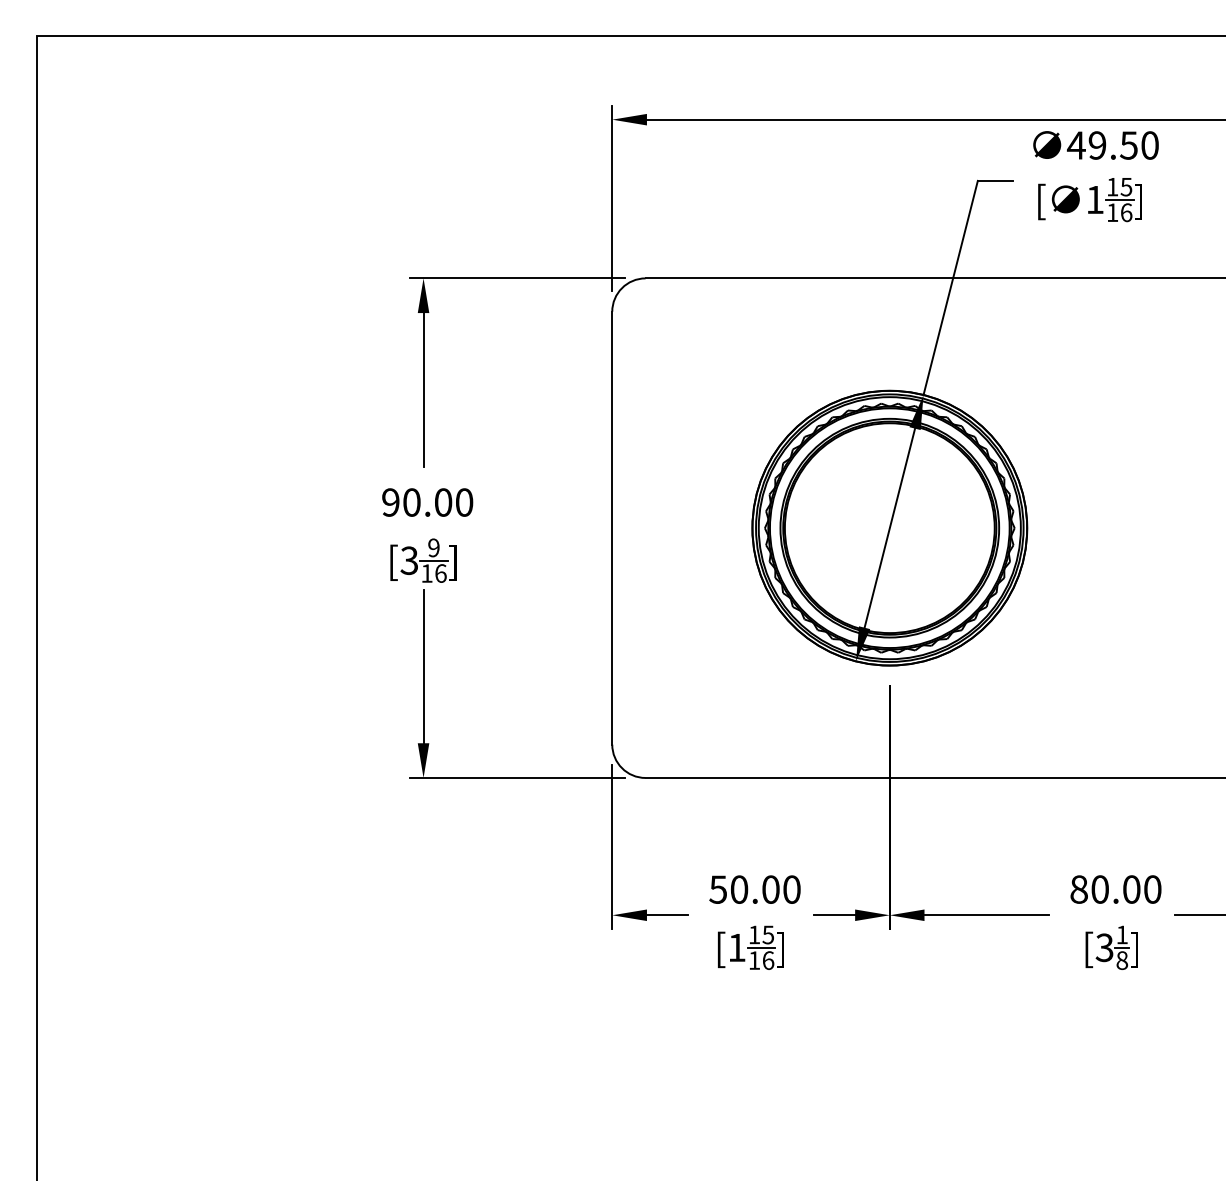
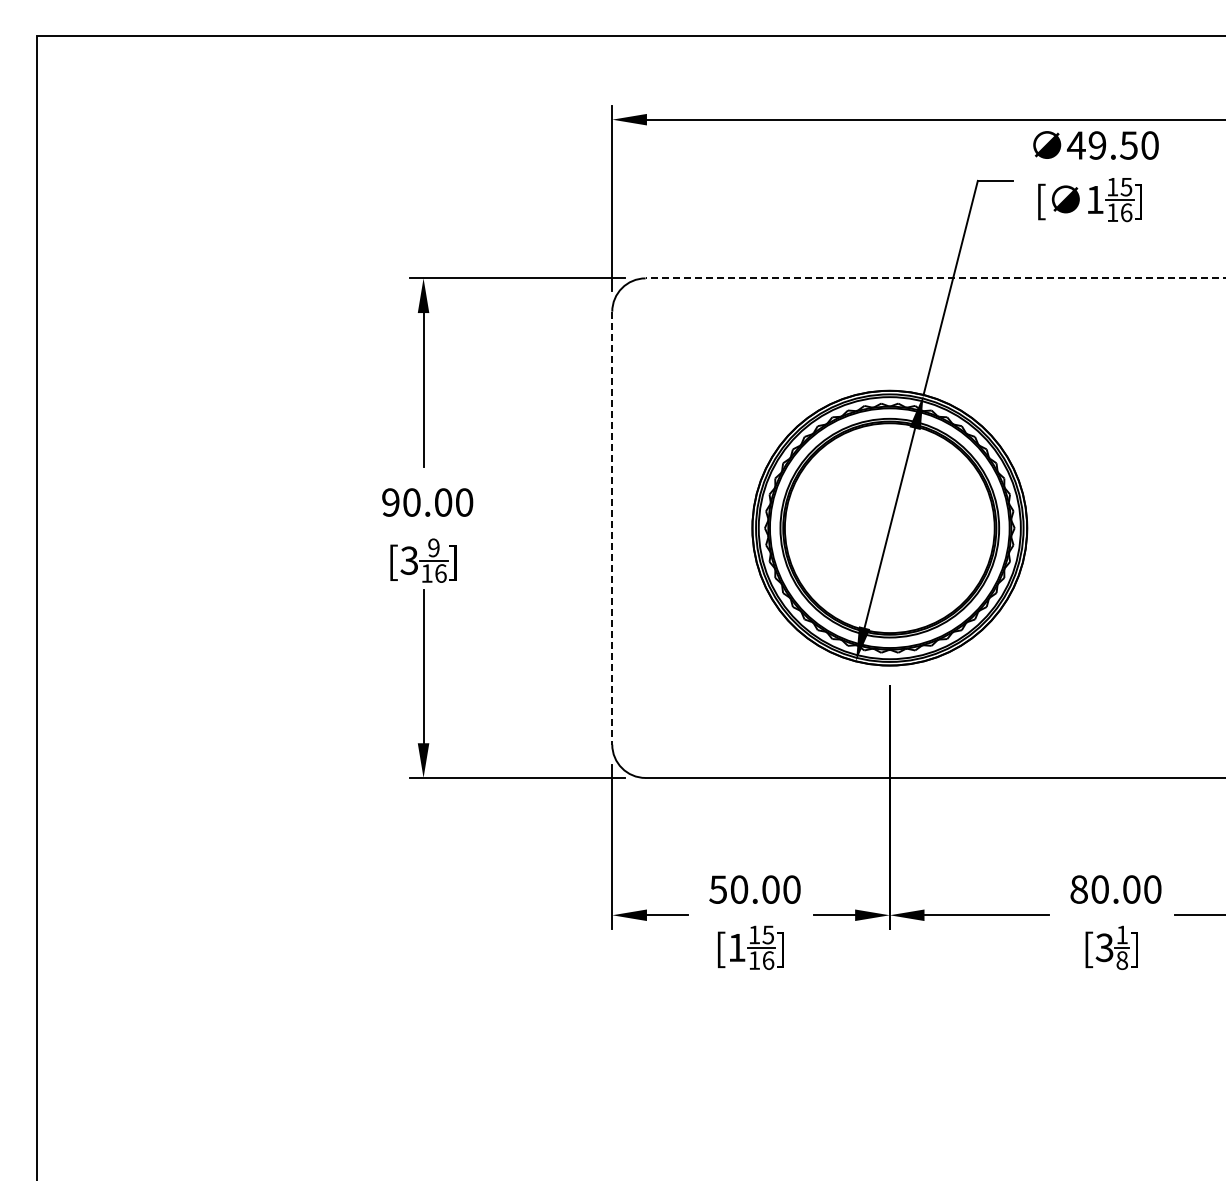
line at (935, 278): solid -> dashed
line at (612, 528): solid -> dashed
